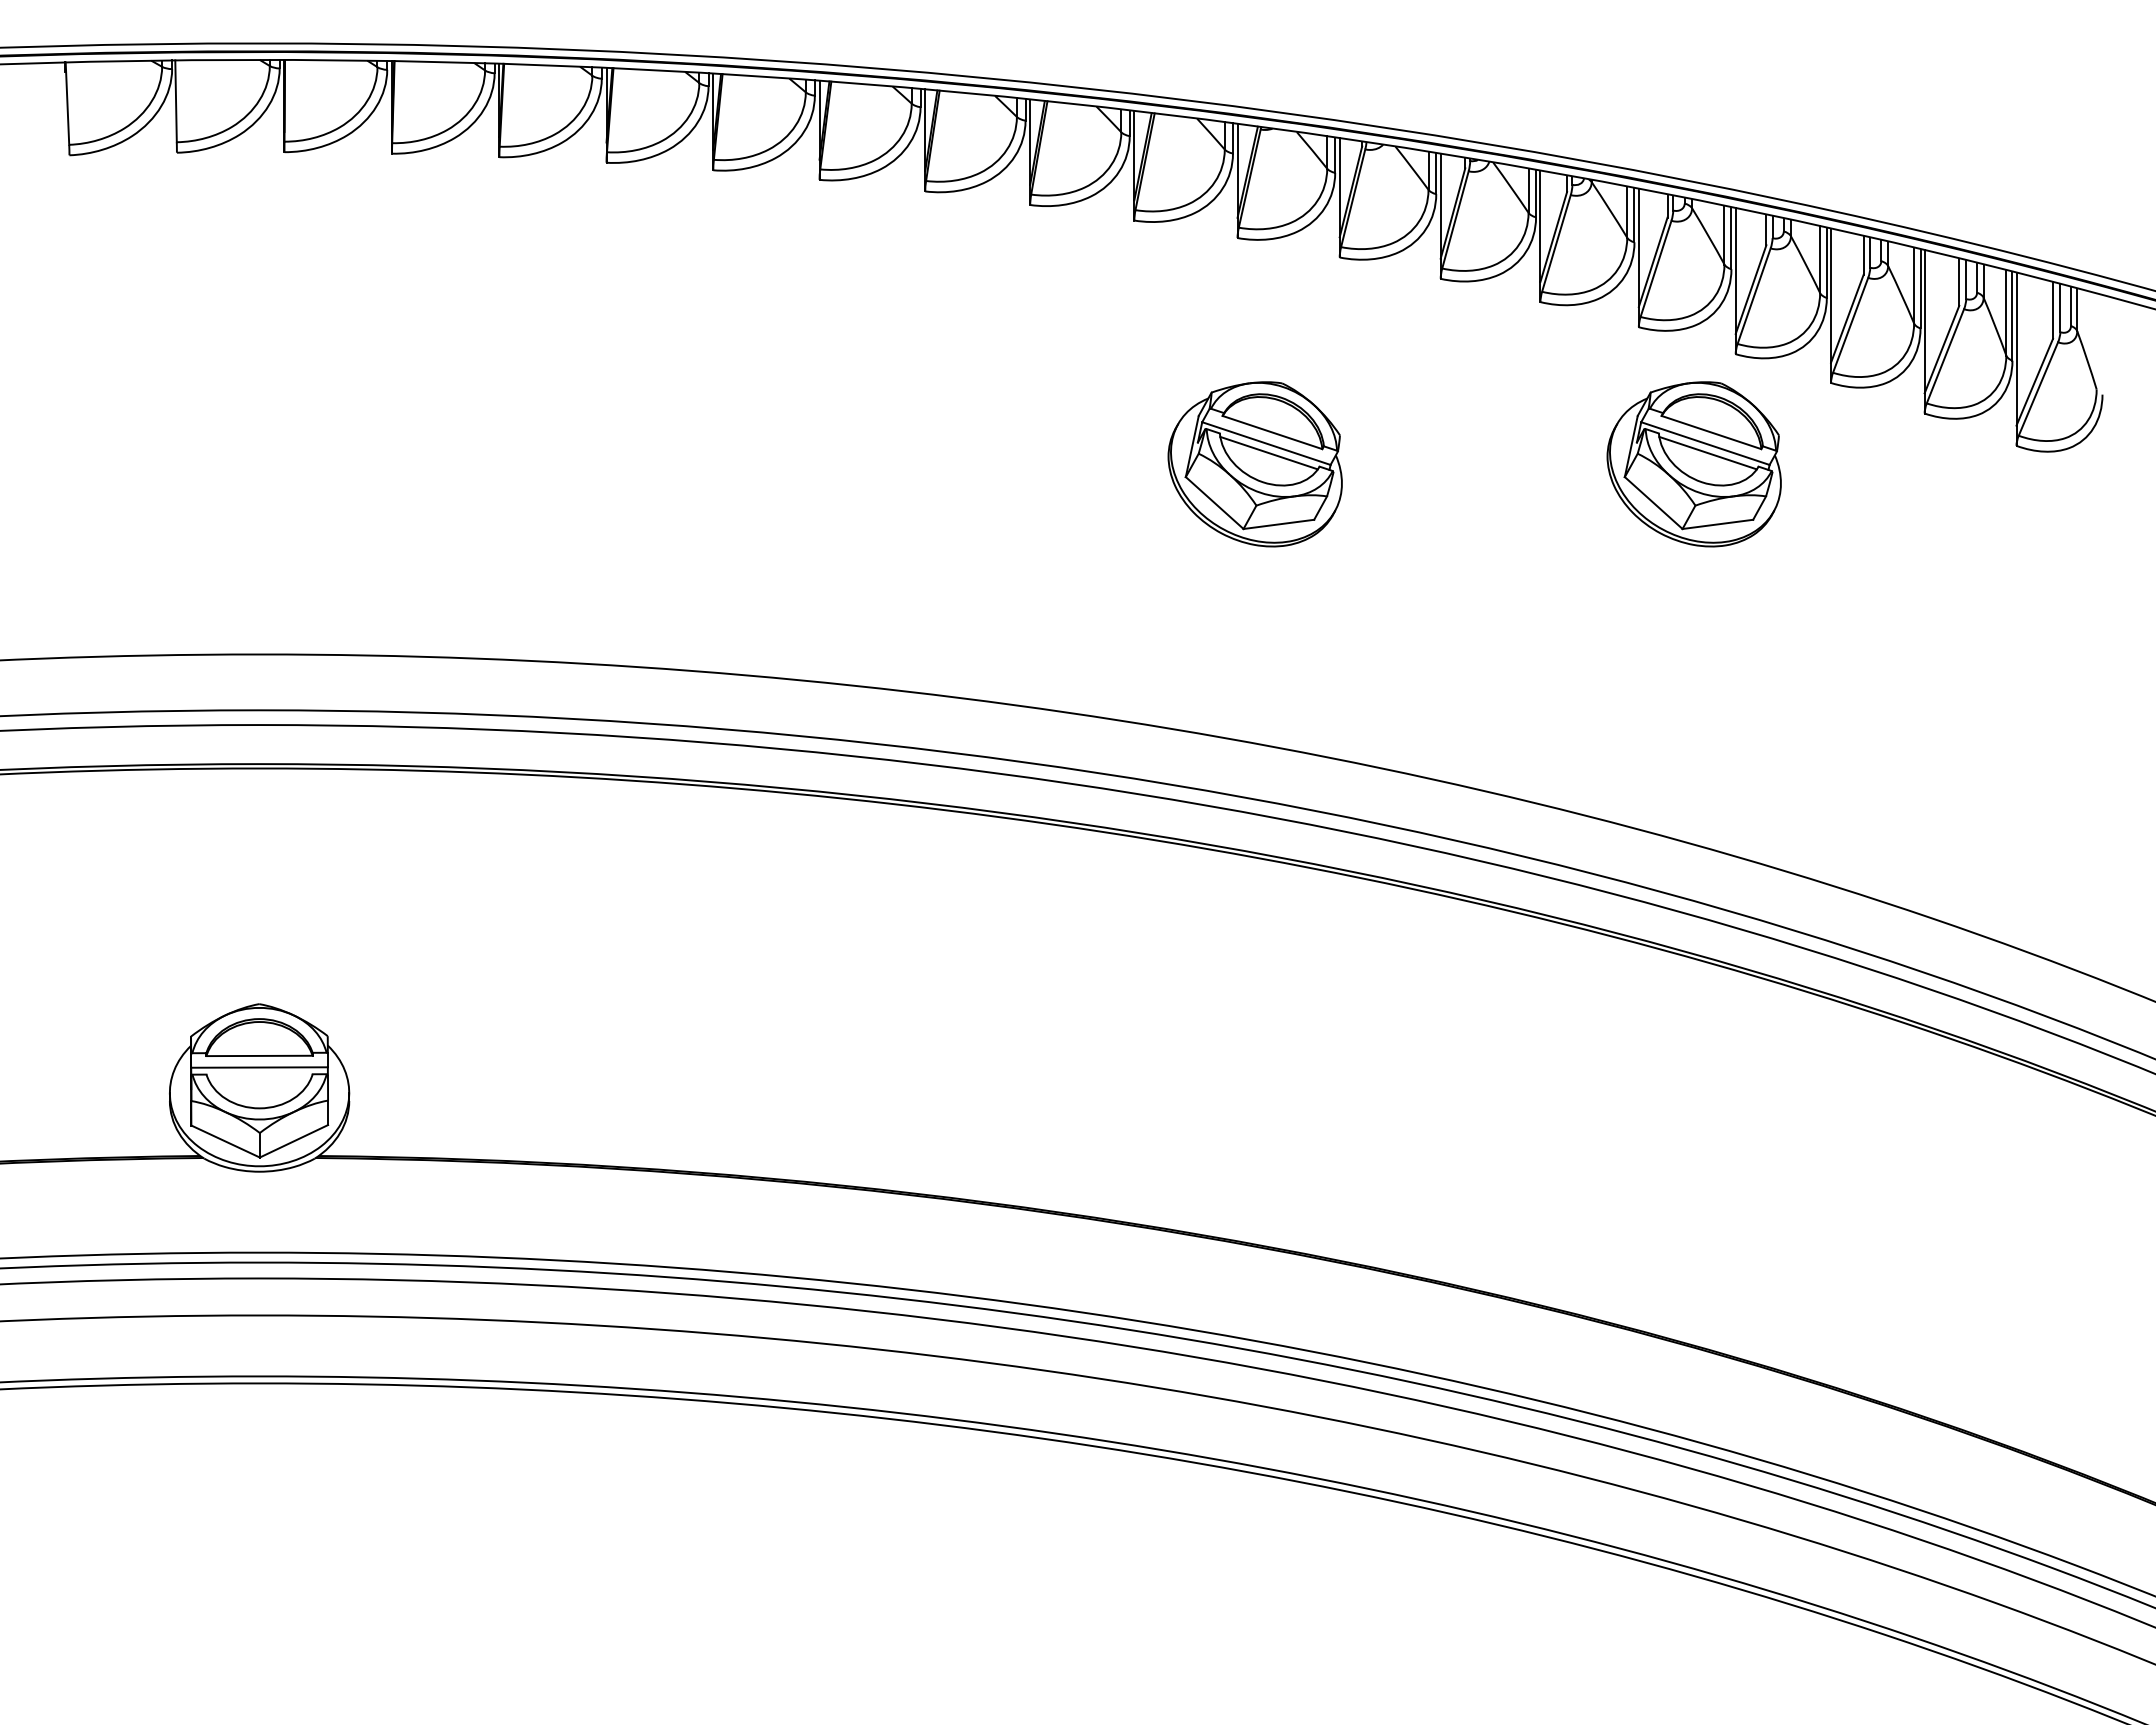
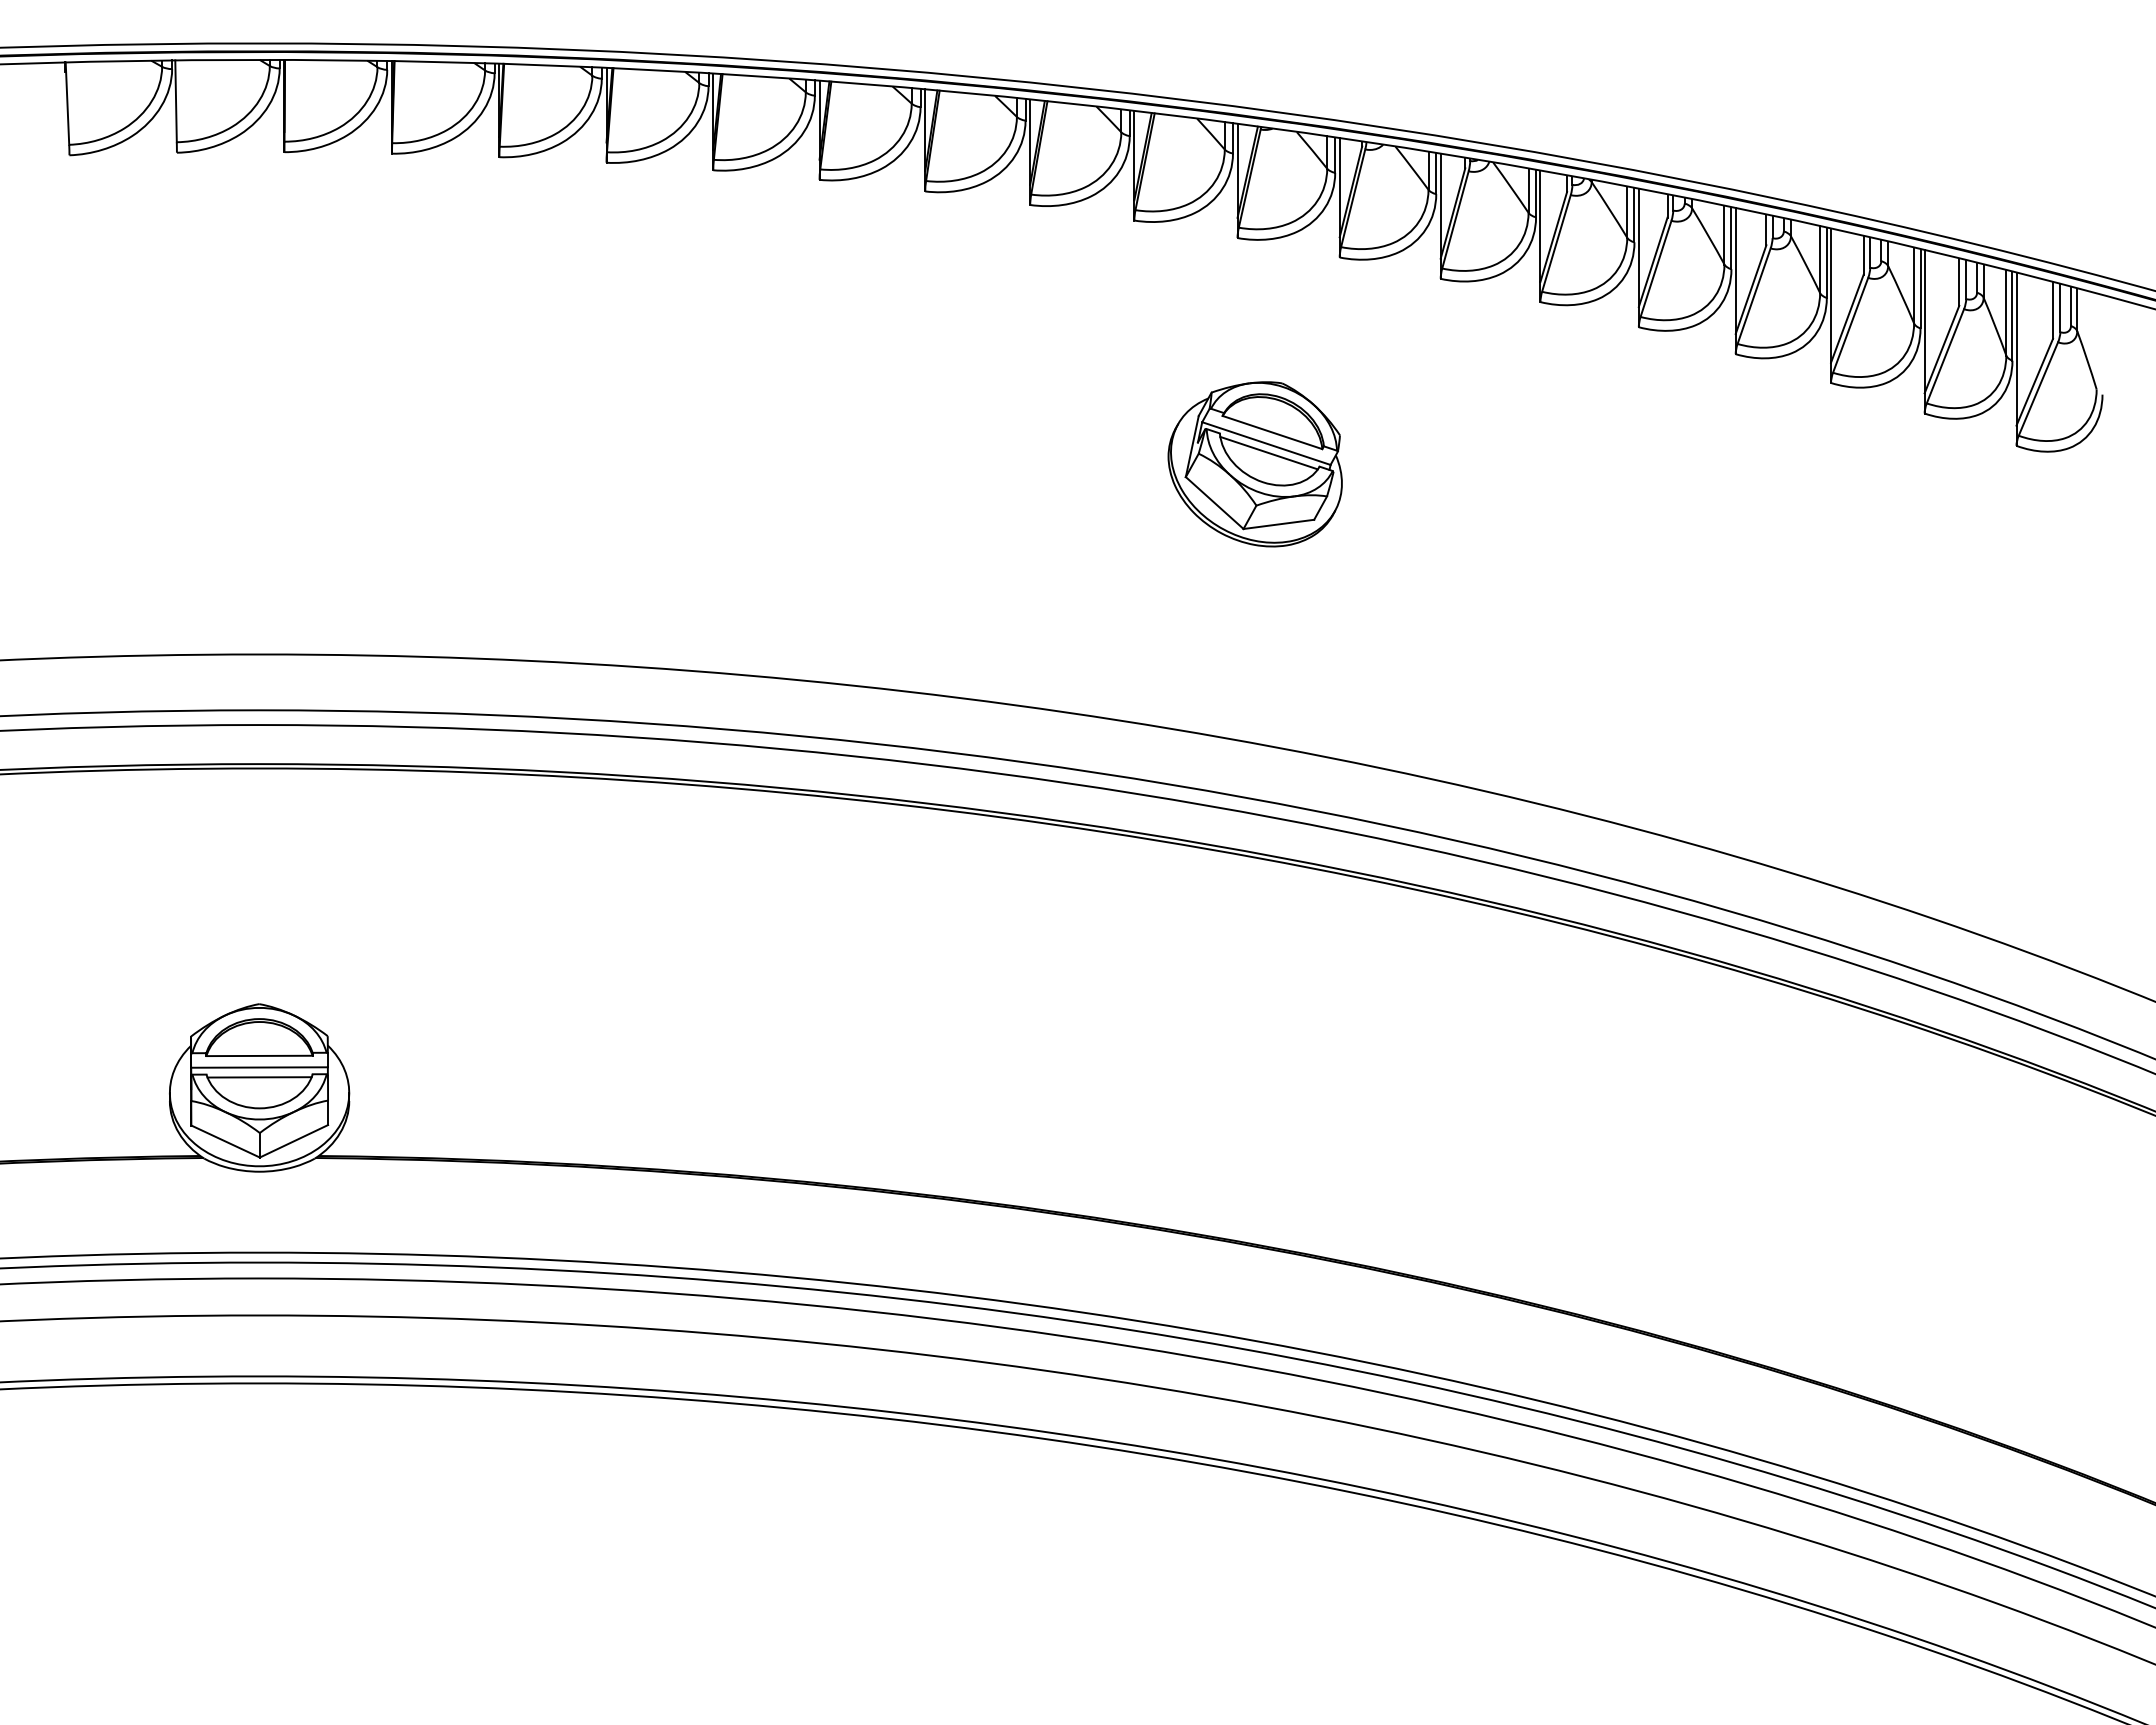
part at (1693, 464): present -> none
line at (259, 1077): none -> present
